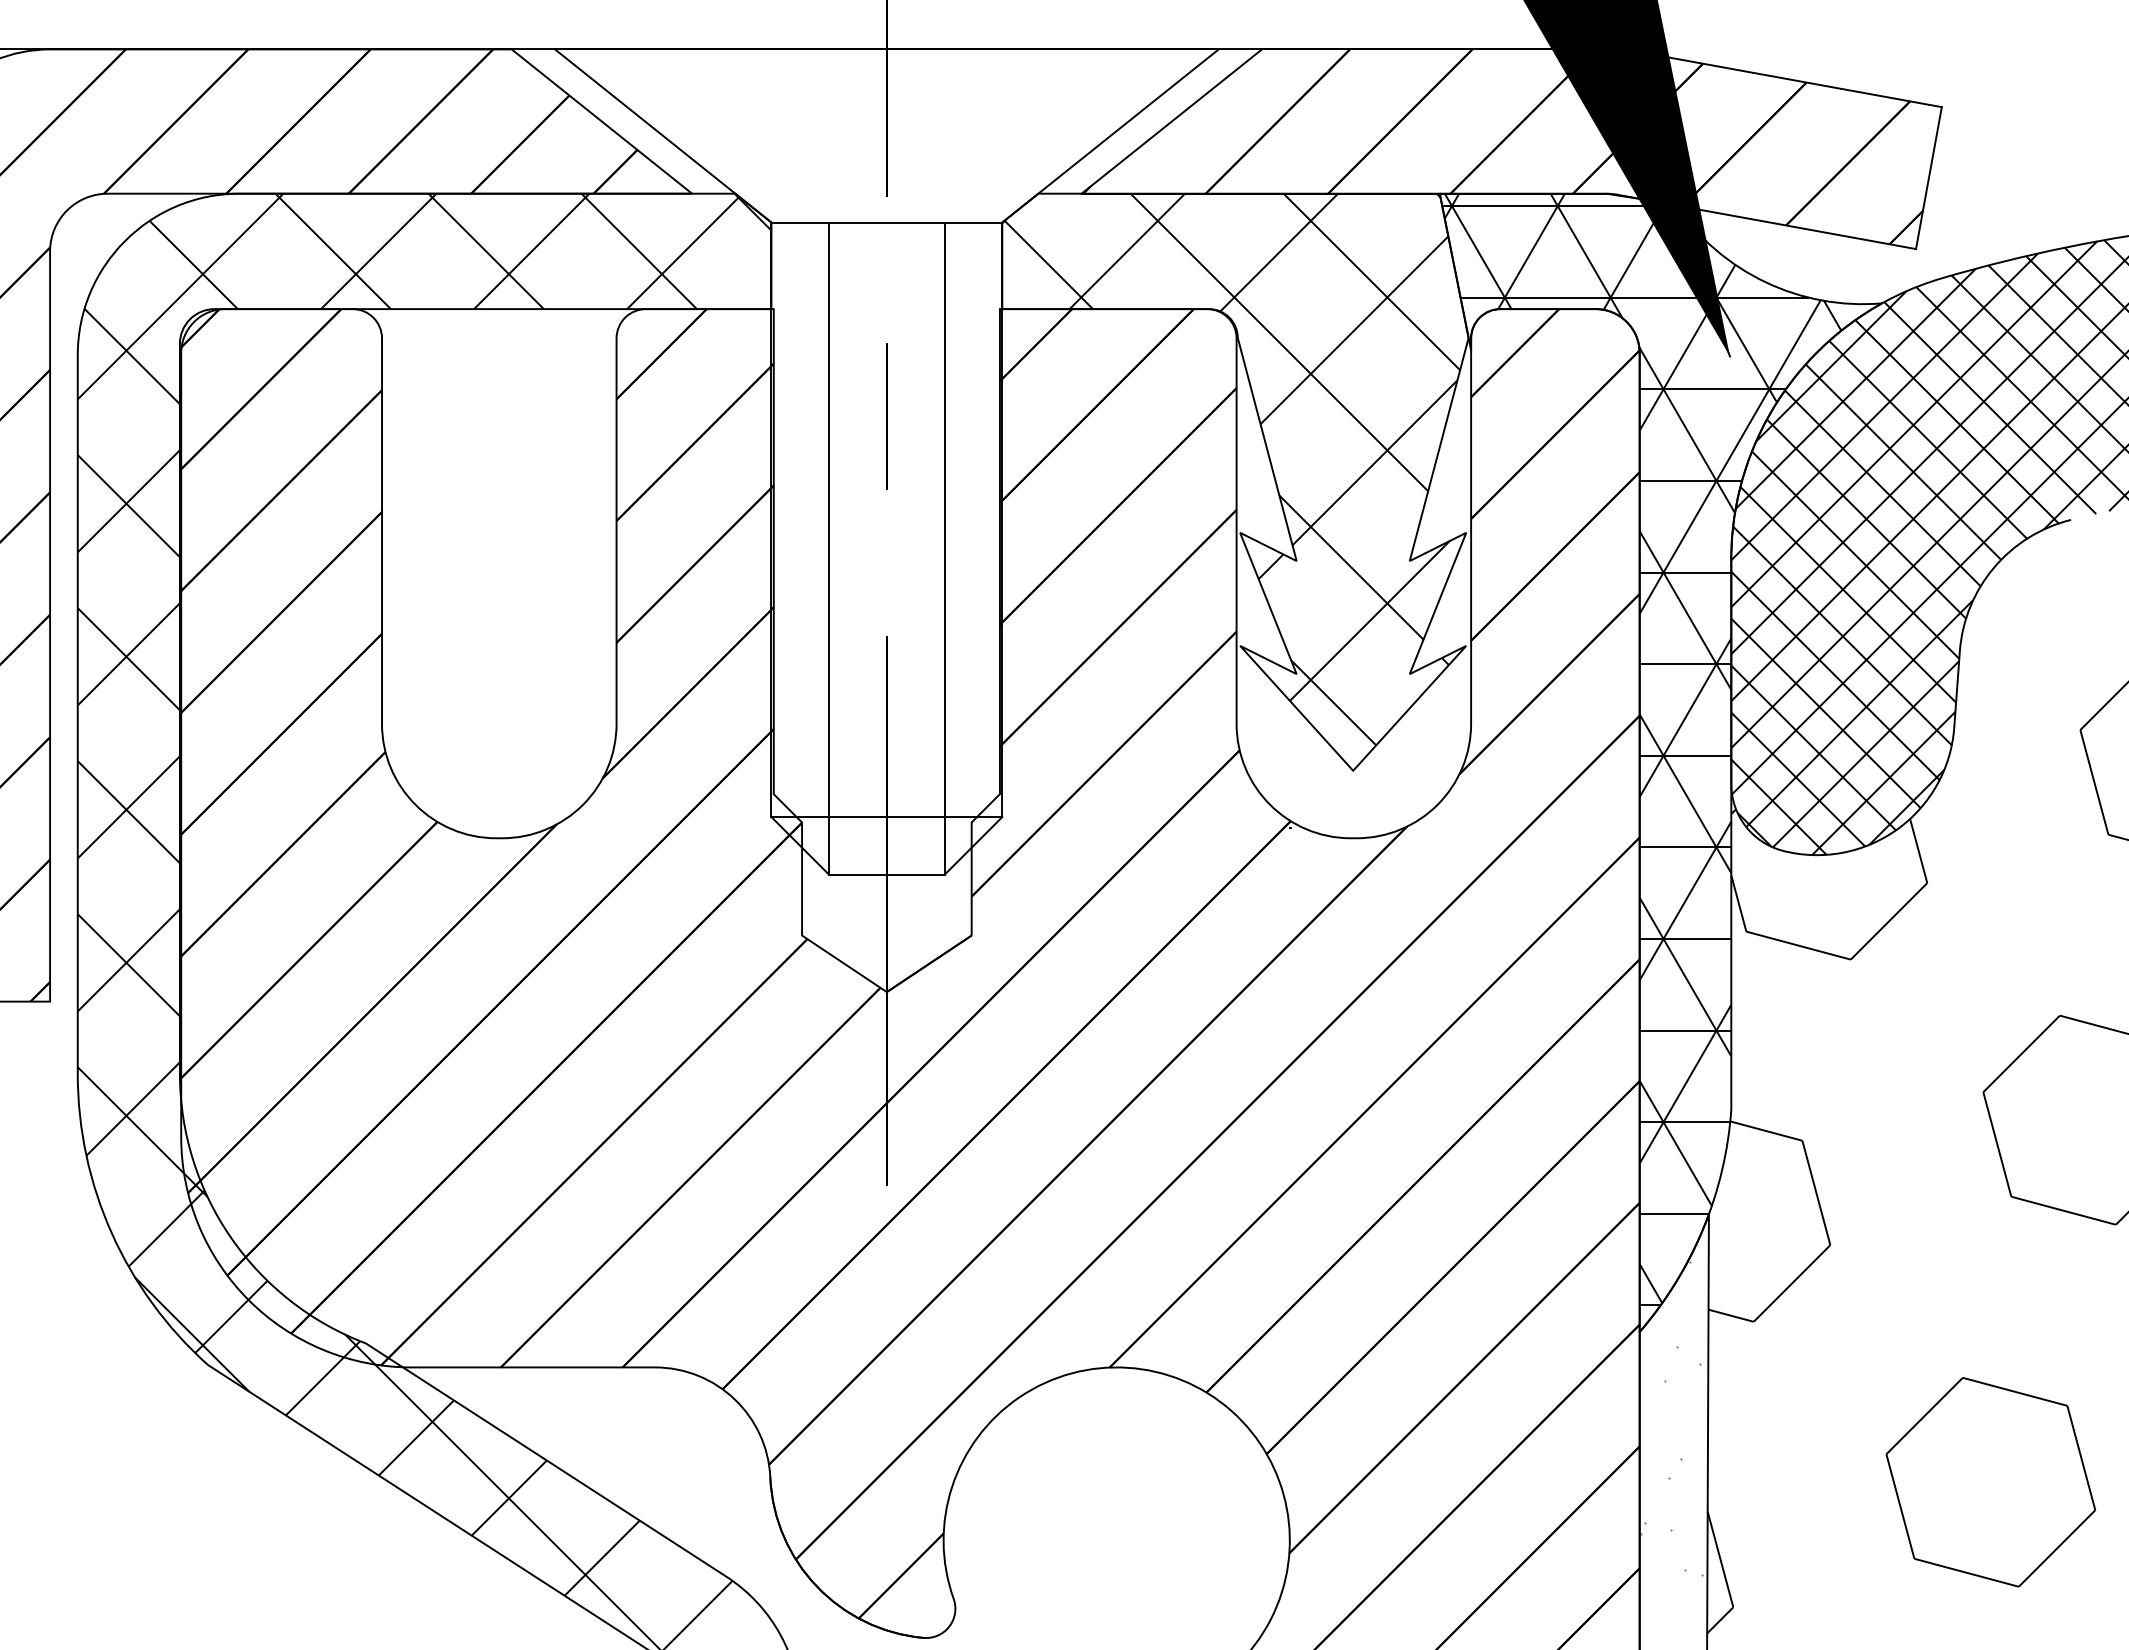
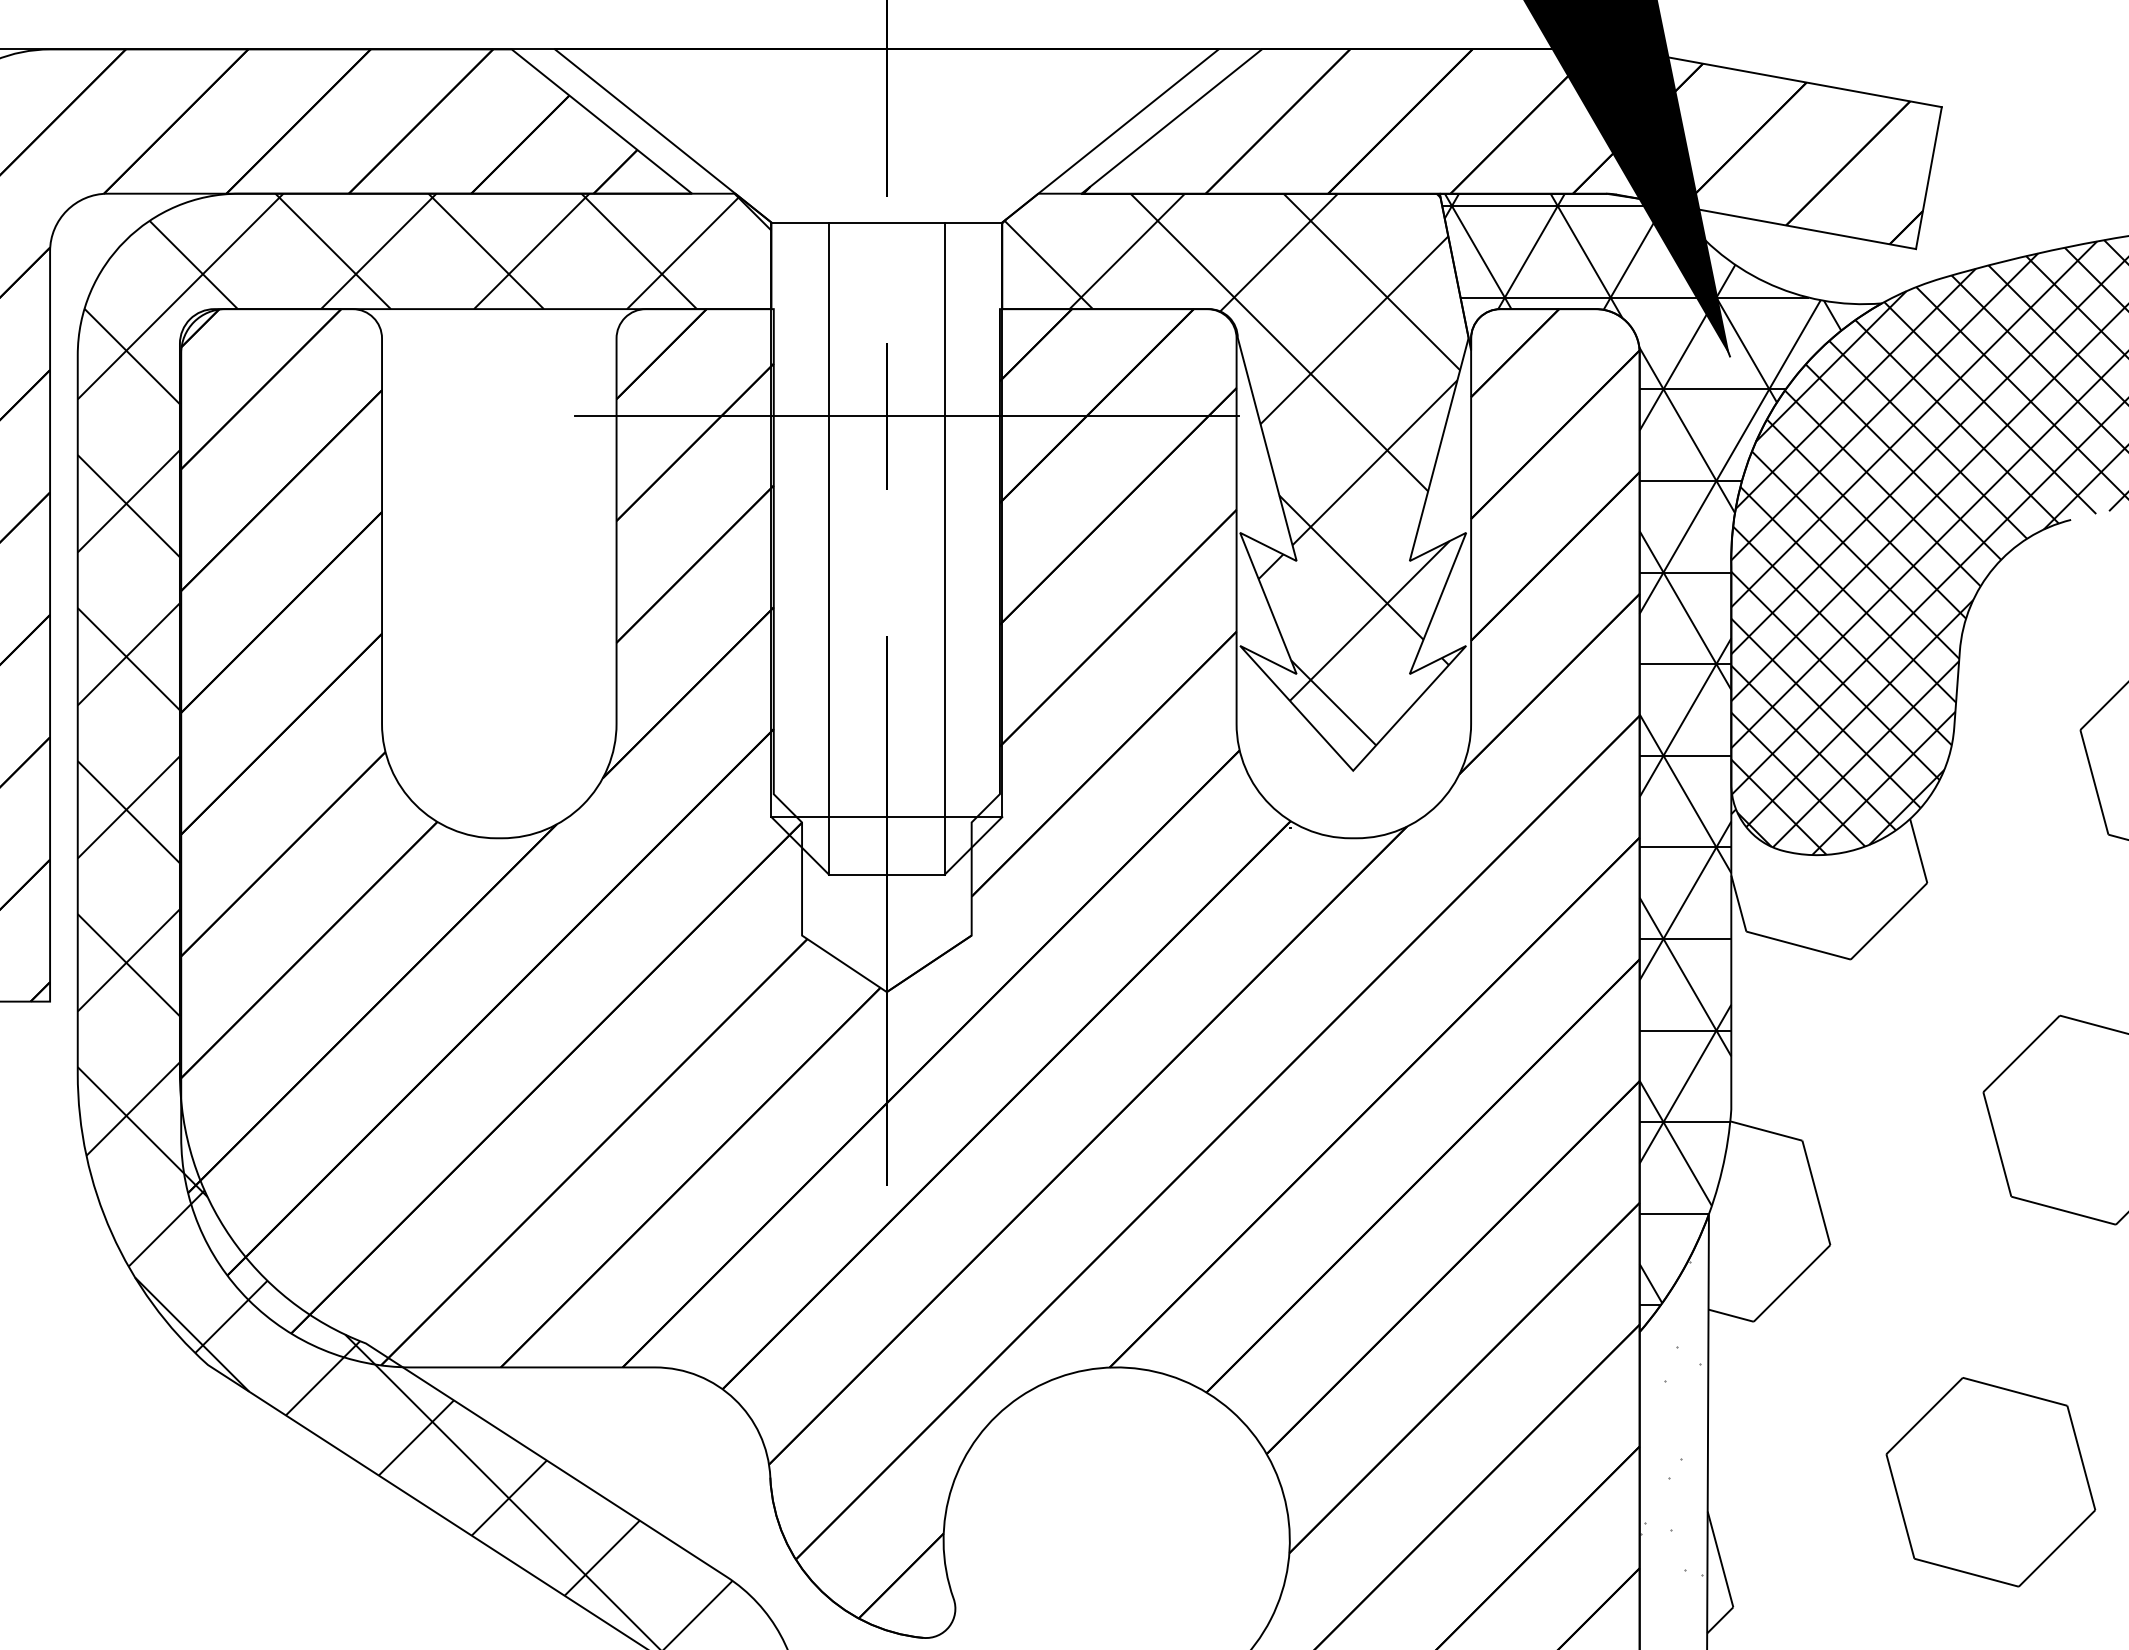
line at (906, 415): none -> present
